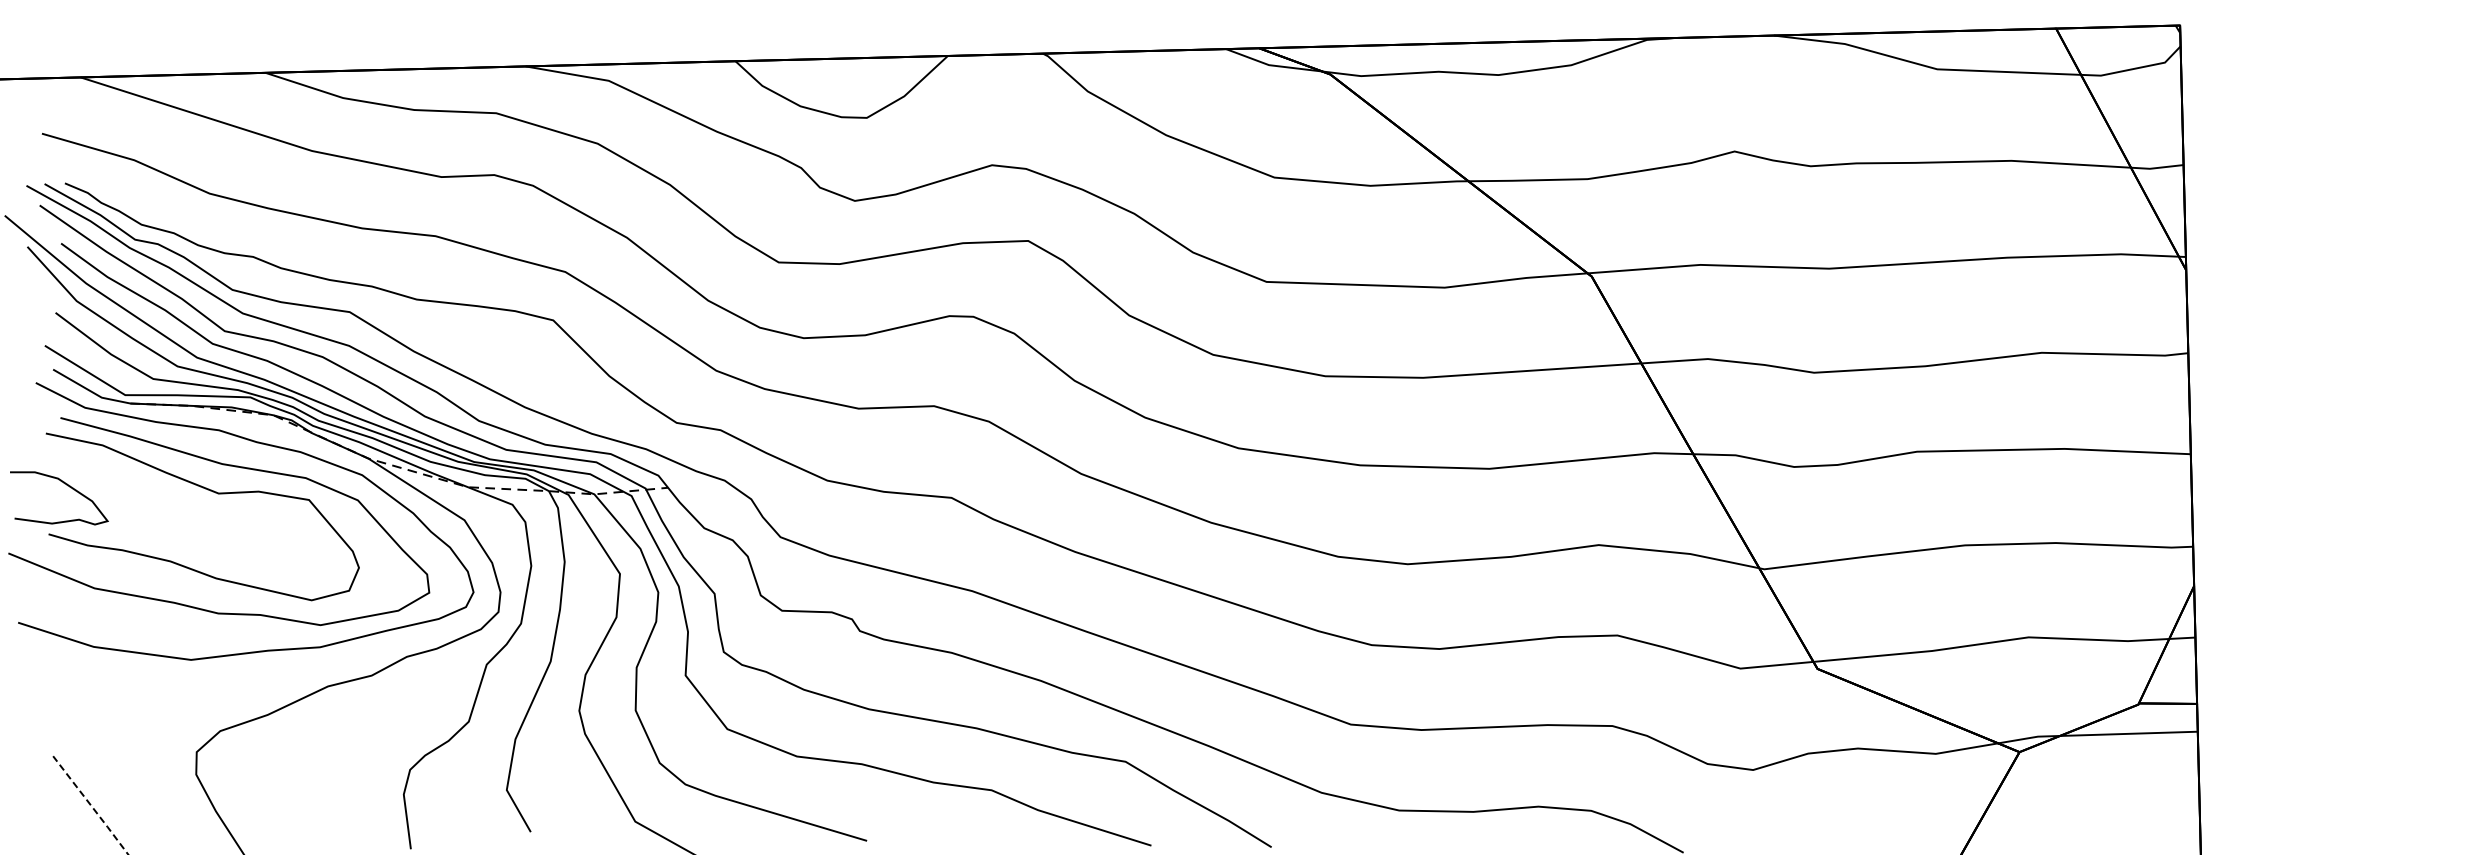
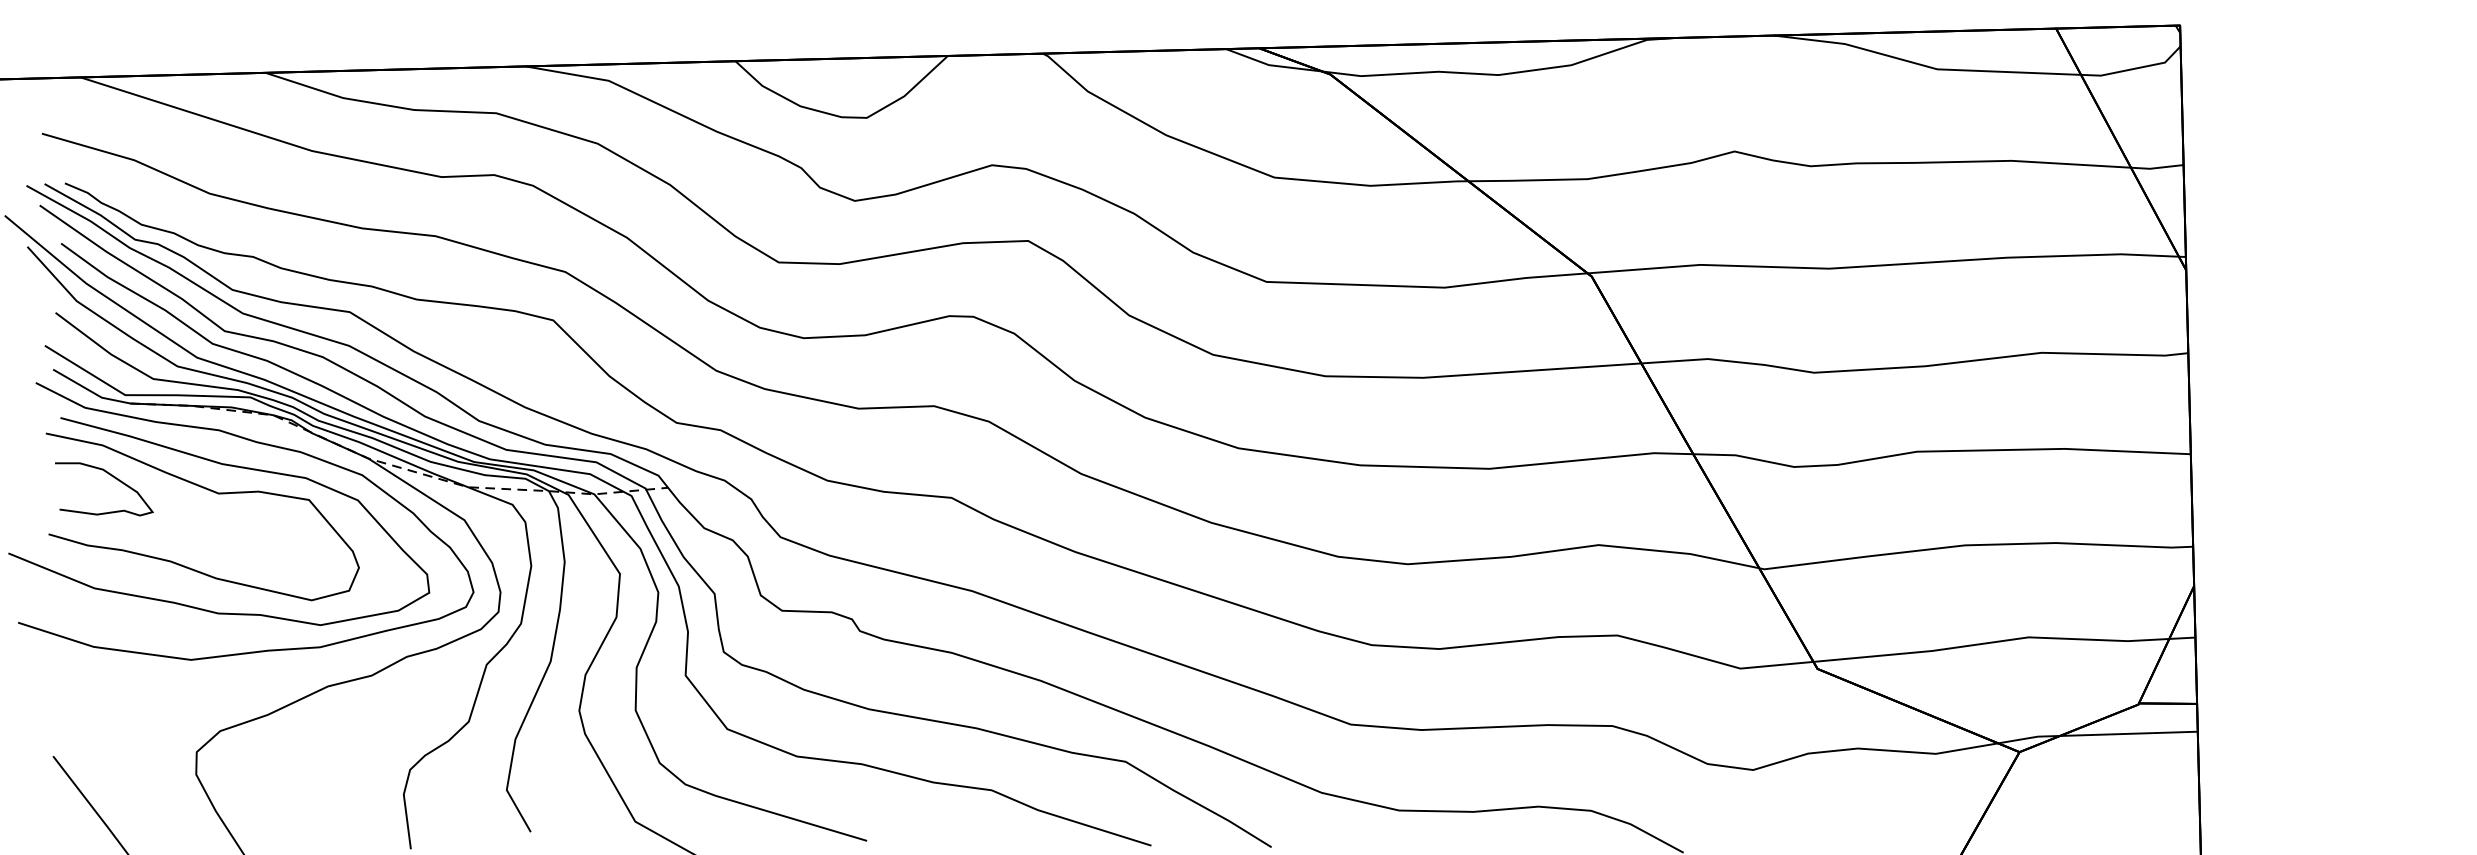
curve at (66, 485) position: (66, 485) -> (111, 476)
line at (91, 805): dashed -> solid
